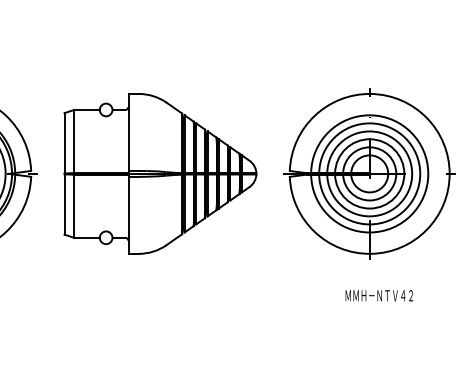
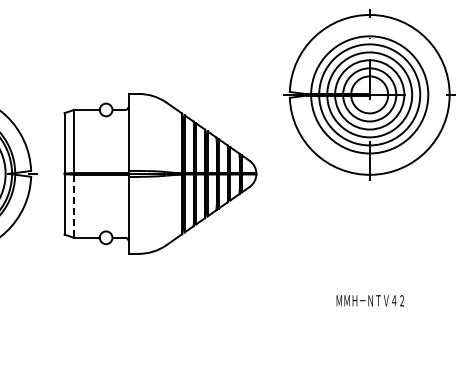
part at (369, 173) position: (369, 173) -> (369, 94)
line at (74, 206): solid -> dashed
text at (379, 295) position: (379, 295) -> (370, 300)
